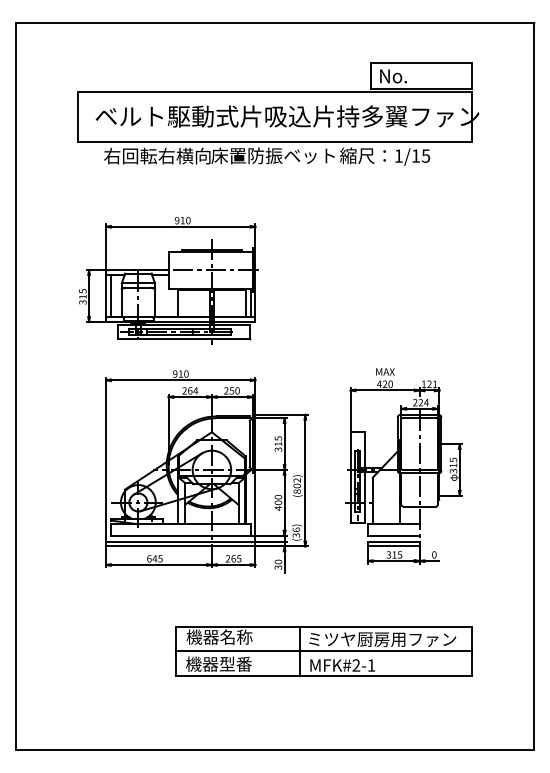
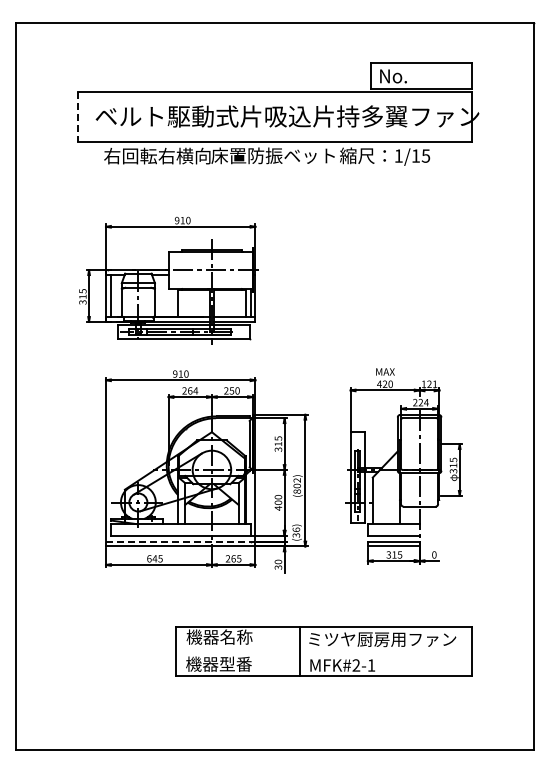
line at (77, 116): solid -> dashed
line at (180, 541): solid -> dashed
line at (324, 651): present -> none
